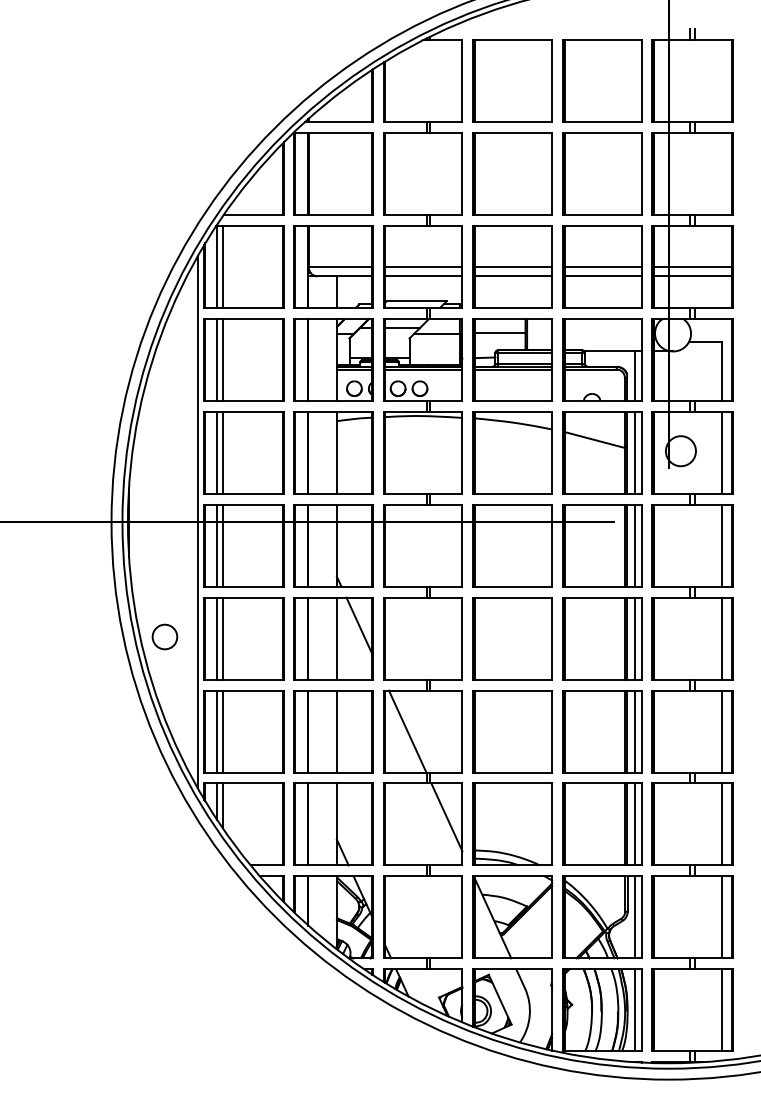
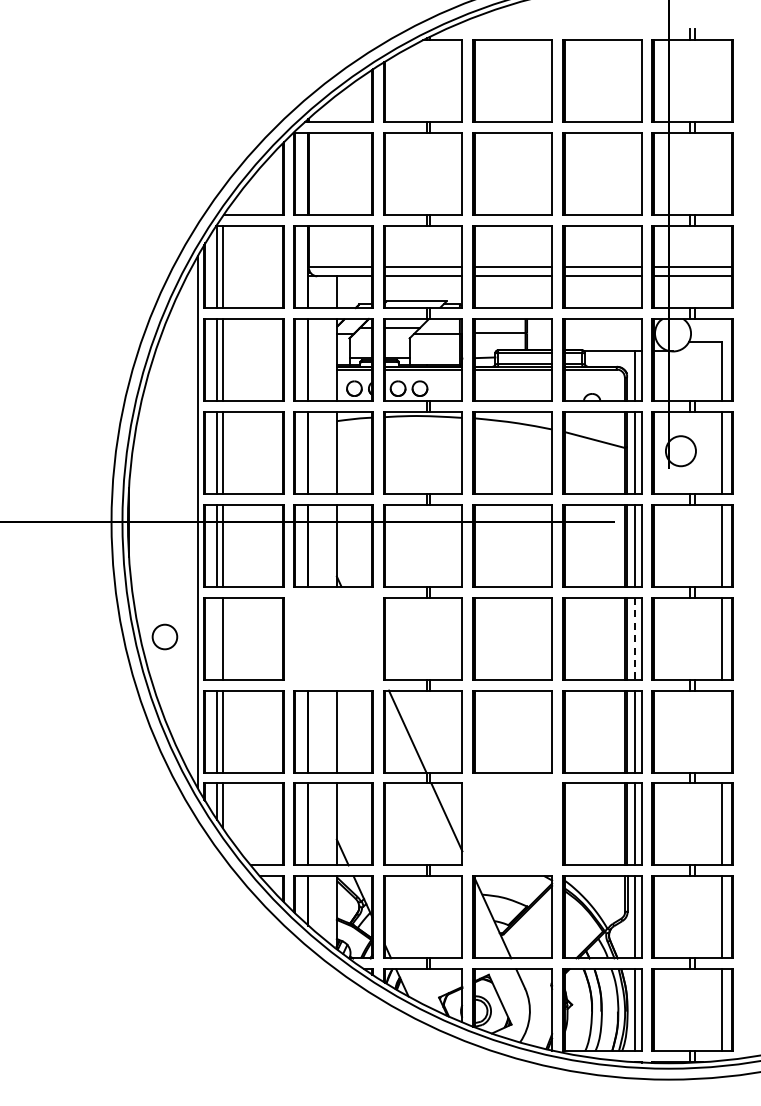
line at (217, 638): present -> none
part at (333, 638): present -> none
line at (634, 638): solid -> dashed
line at (721, 731): present -> none
part at (512, 824): present -> none
